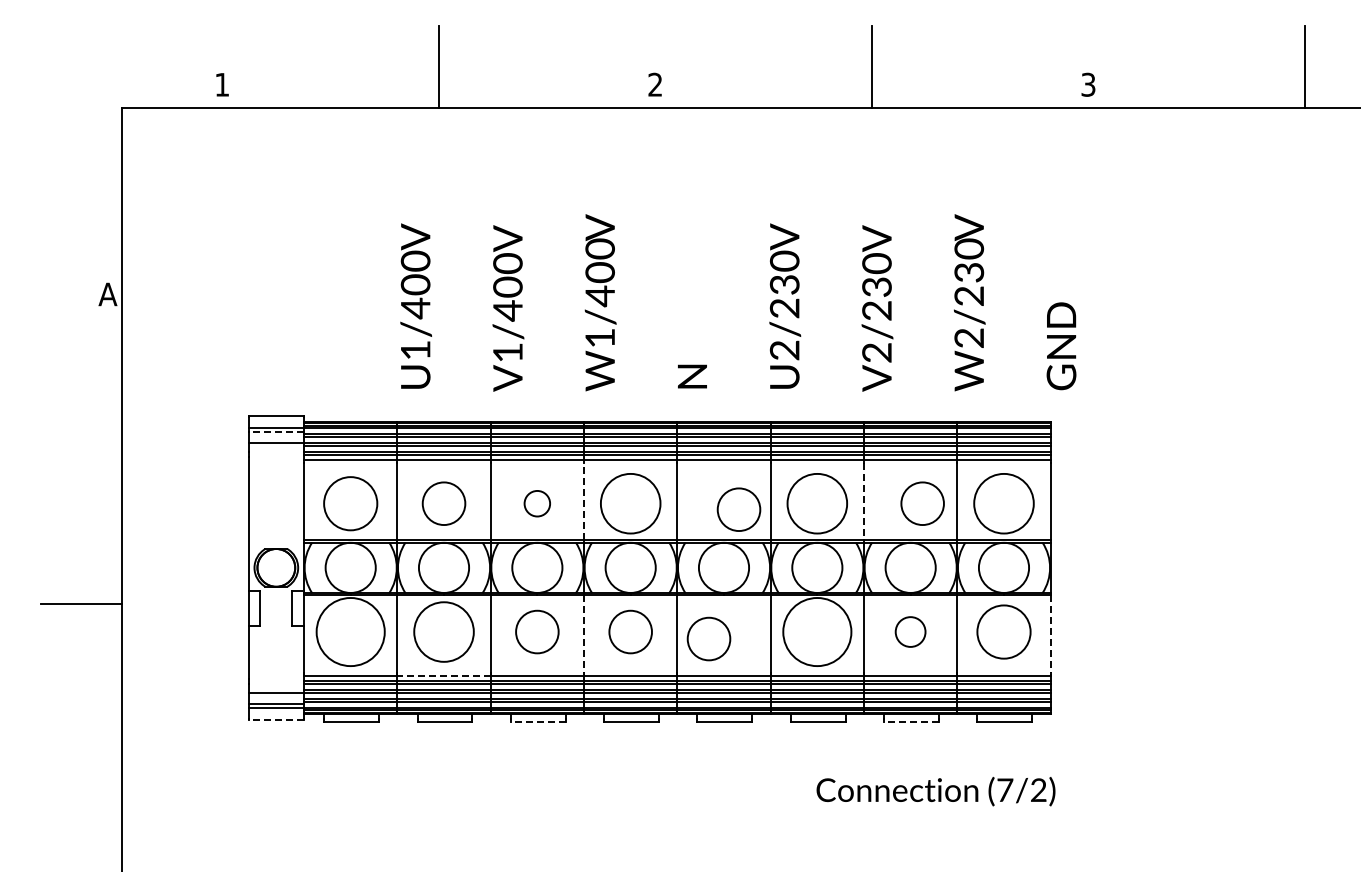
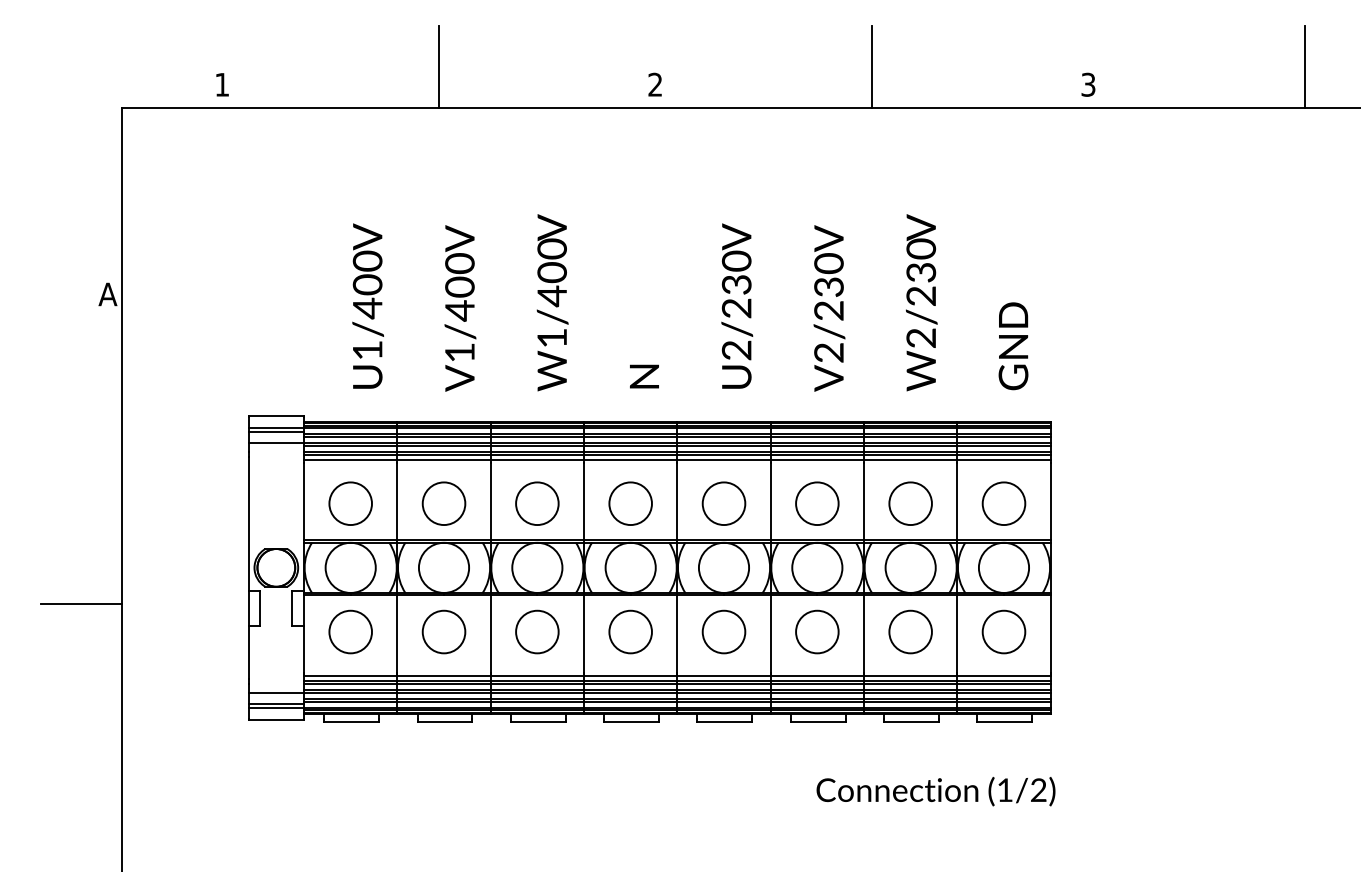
text at (738, 302) position: (738, 302) -> (690, 302)
line at (276, 432): dashed -> solid
line at (584, 501): dashed -> solid
line at (864, 501): dashed -> solid
circle at (350, 503) diameter: 53 px -> 43 px
circle at (537, 503) diameter: 26 px -> 43 px
circle at (630, 503) diameter: 60 px -> 43 px
circle at (817, 503) diameter: 60 px -> 43 px
circle at (922, 503) position: (922, 503) -> (910, 503)
circle at (1003, 503) diameter: 60 px -> 43 px
circle at (738, 509) position: (738, 509) -> (723, 503)
circle at (350, 631) diameter: 68 px -> 43 px
circle at (443, 631) diameter: 60 px -> 43 px
circle at (817, 631) diameter: 68 px -> 43 px
circle at (910, 631) size: 33x32 px -> 45x46 px
circle at (1003, 631) diameter: 53 px -> 43 px
line at (584, 634): dashed -> solid
line at (1050, 634): dashed -> solid
circle at (708, 638) position: (708, 638) -> (723, 631)
line at (444, 676): dashed -> solid
line at (276, 719): dashed -> solid
line at (537, 722): dashed -> solid
line at (911, 722): dashed -> solid
text at (1005, 789): (7/2) -> (1/2)
